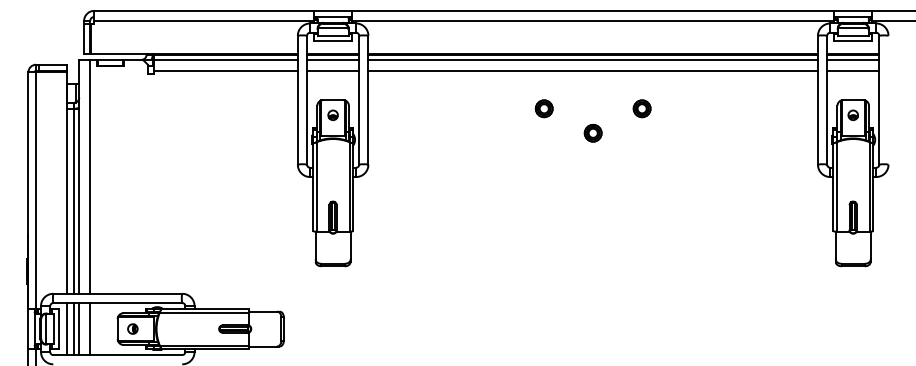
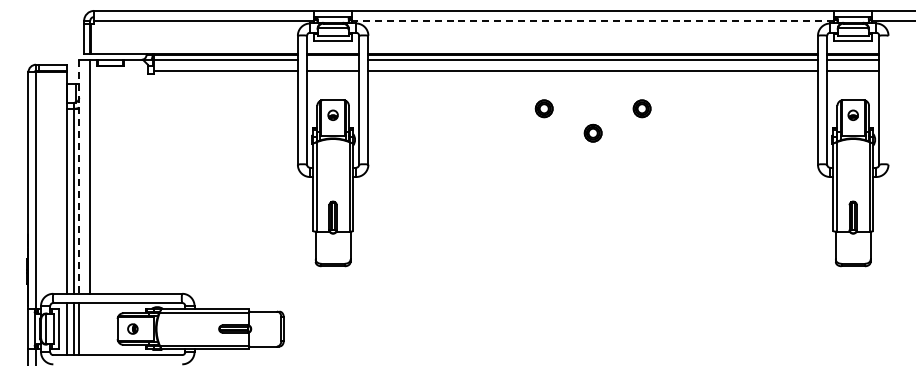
line at (593, 20): solid -> dashed
line at (333, 59): present -> none
line at (79, 176): solid -> dashed
line at (90, 329): present -> none
